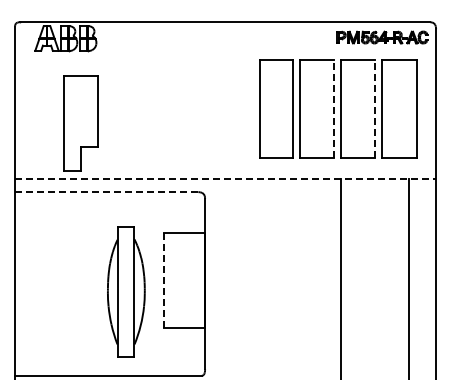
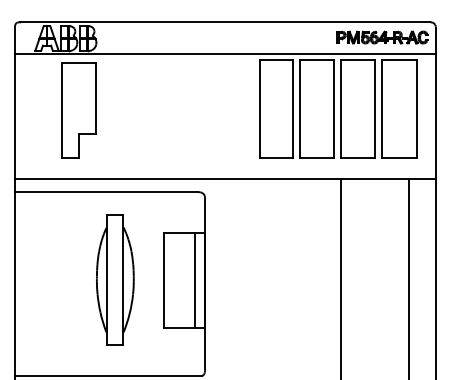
line at (225, 53): none -> present
line at (334, 109): dashed -> solid
line at (375, 109): dashed -> solid
part at (80, 123) position: (80, 123) -> (78, 110)
line at (225, 178): dashed -> solid
line at (106, 192): dashed -> solid
line at (164, 280): dashed -> solid
line at (194, 280): none -> present
part at (126, 291) position: (126, 291) -> (115, 279)
